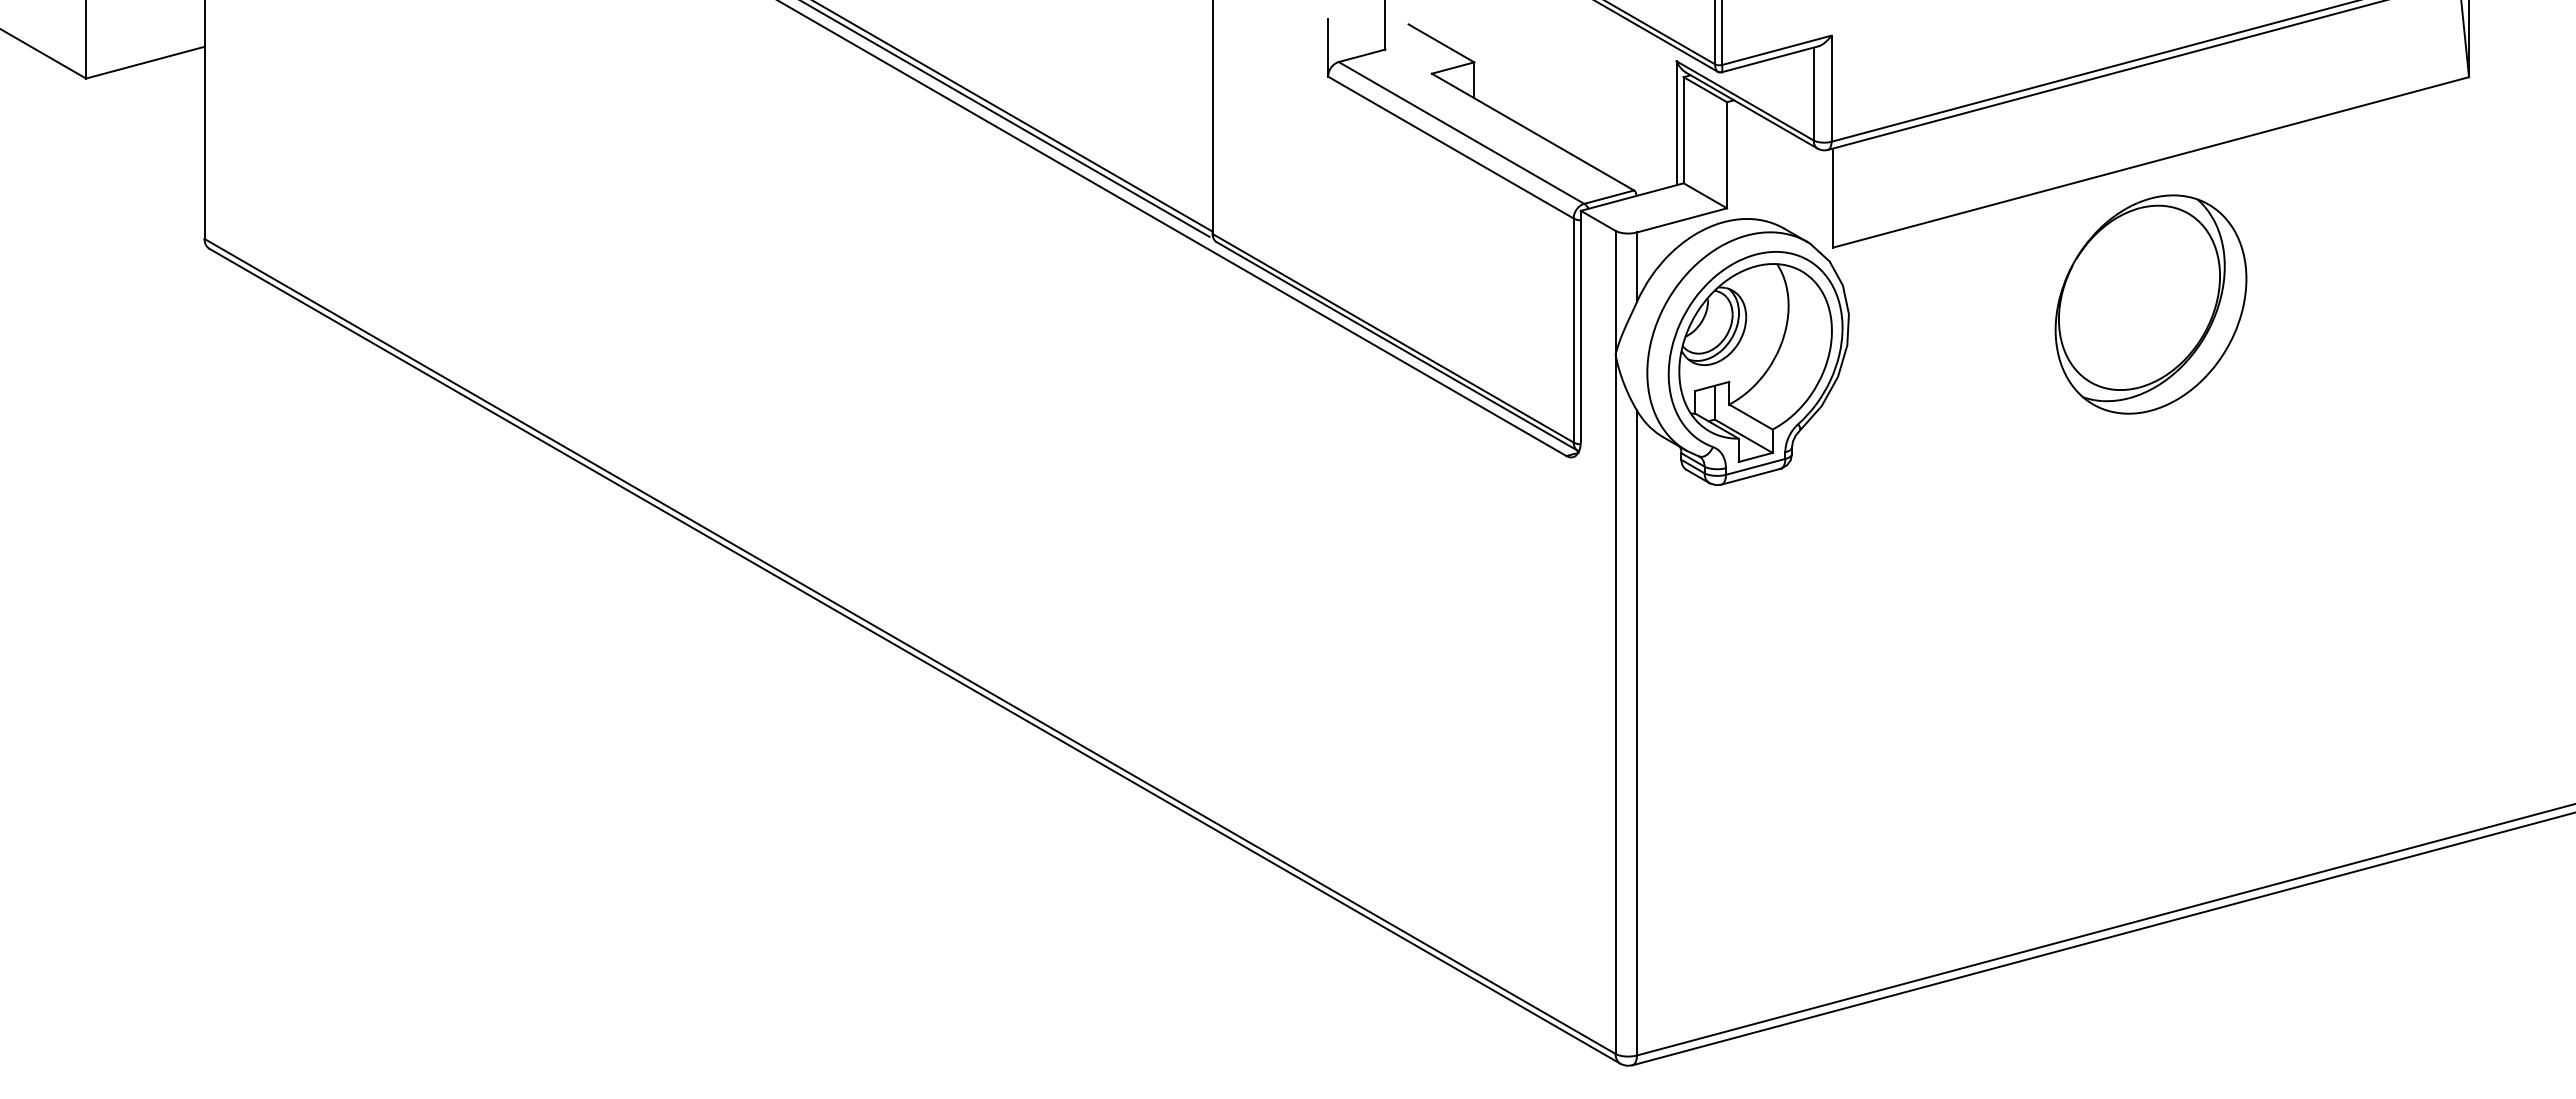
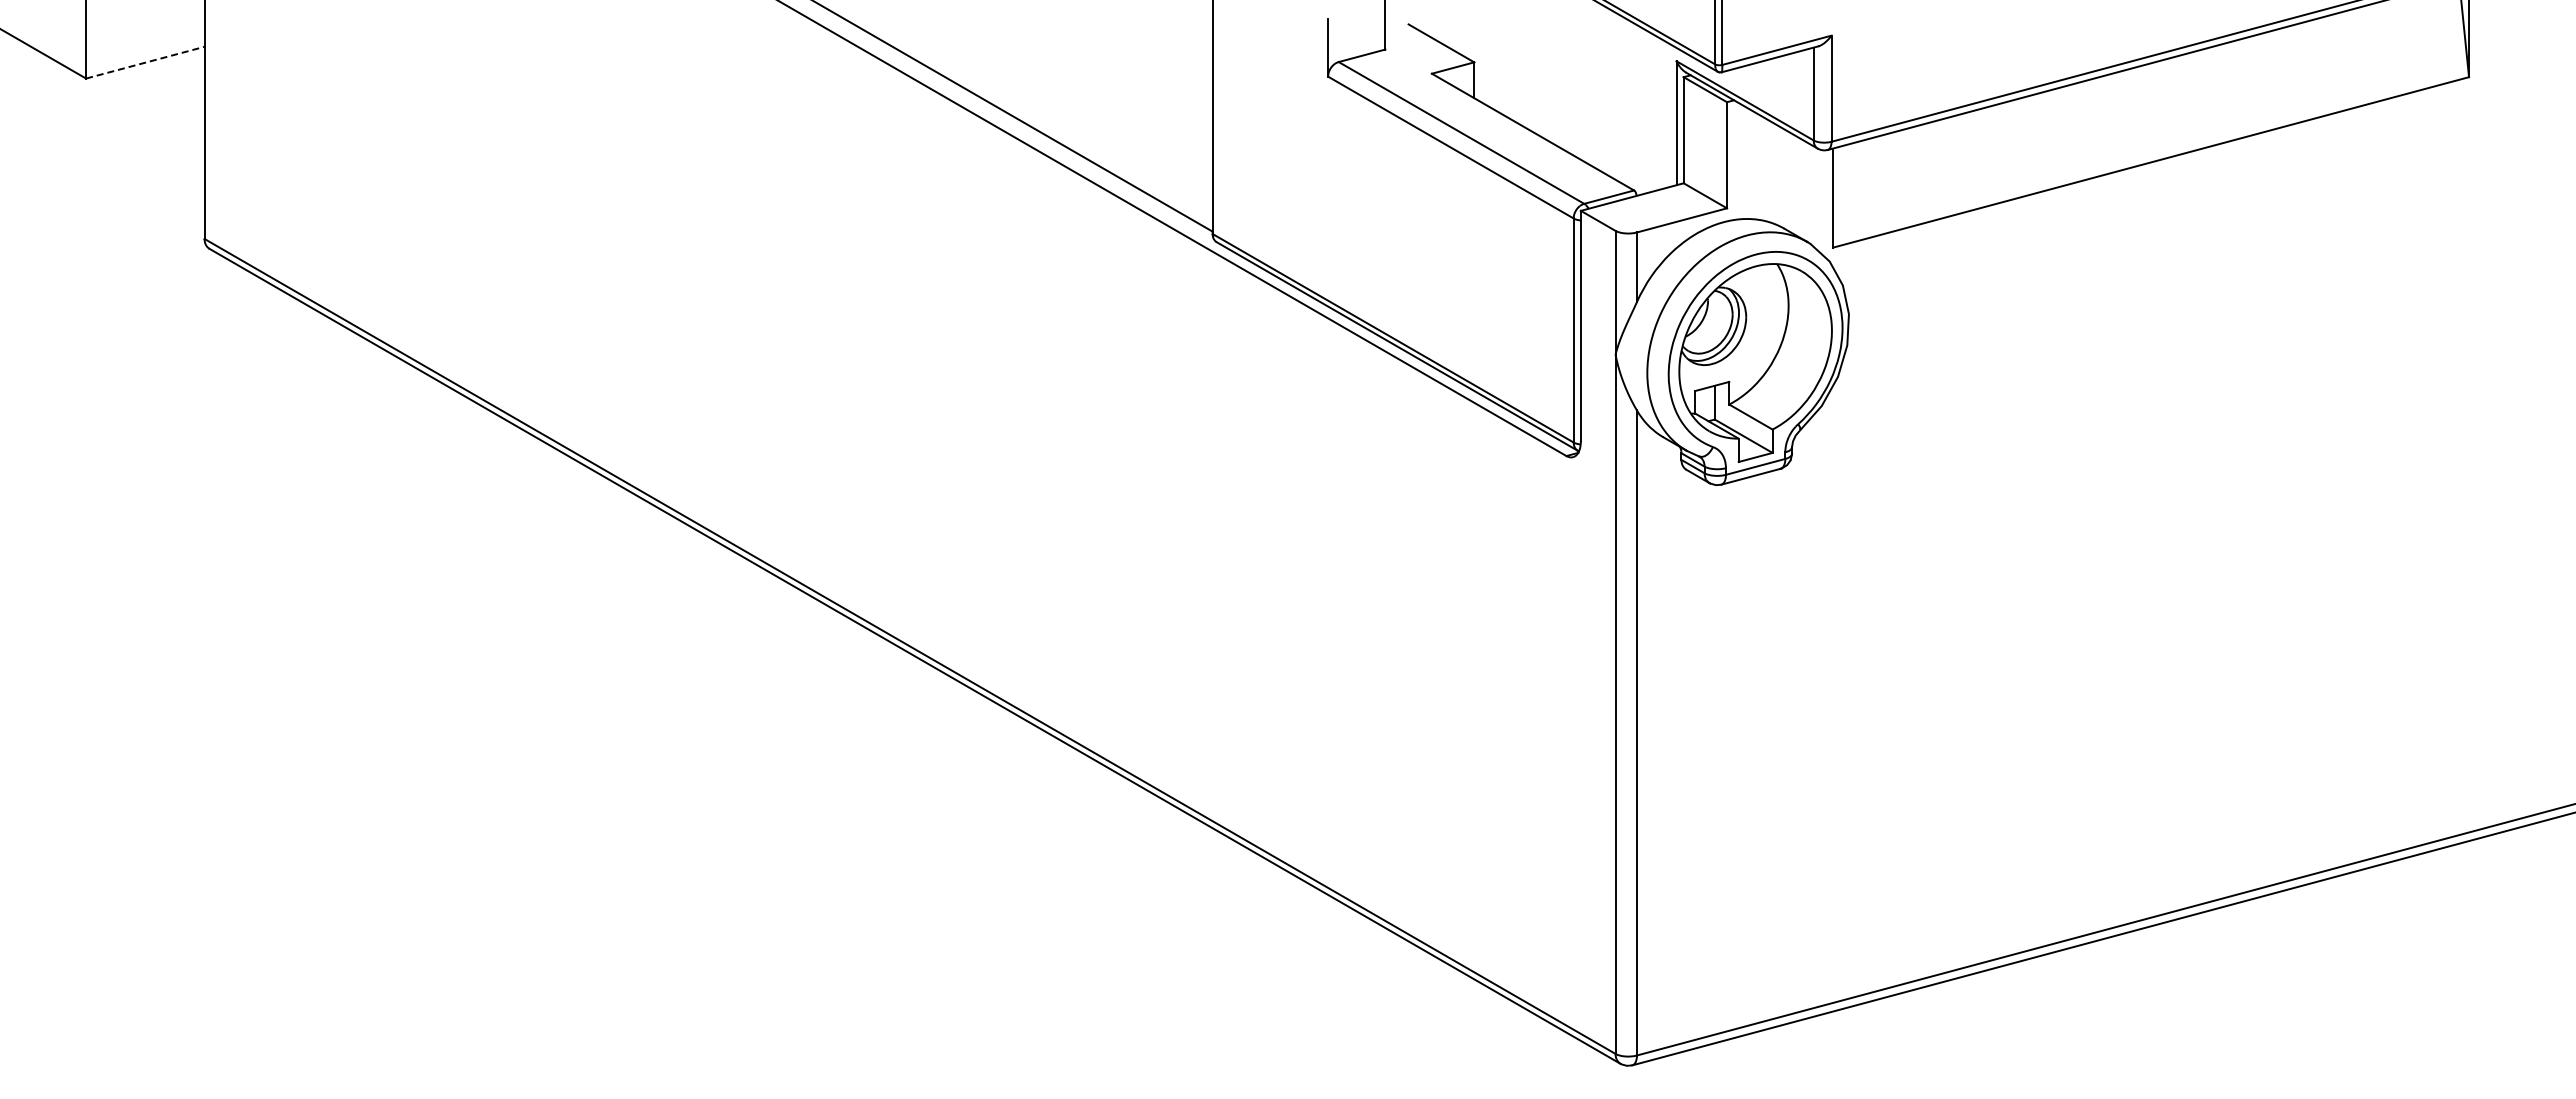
line at (145, 62): solid -> dashed
line at (1006, 119): present -> none
part at (2150, 304): present -> none
